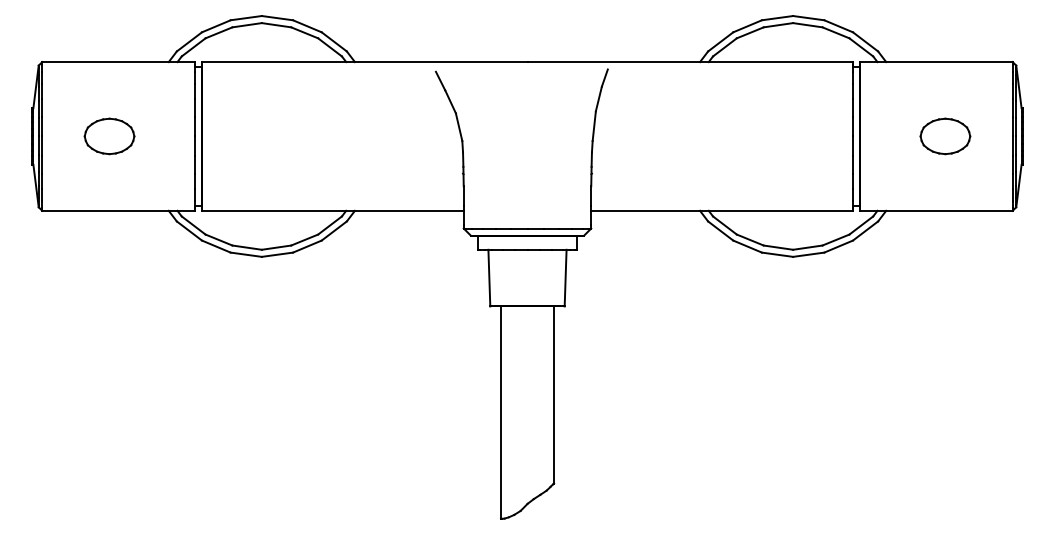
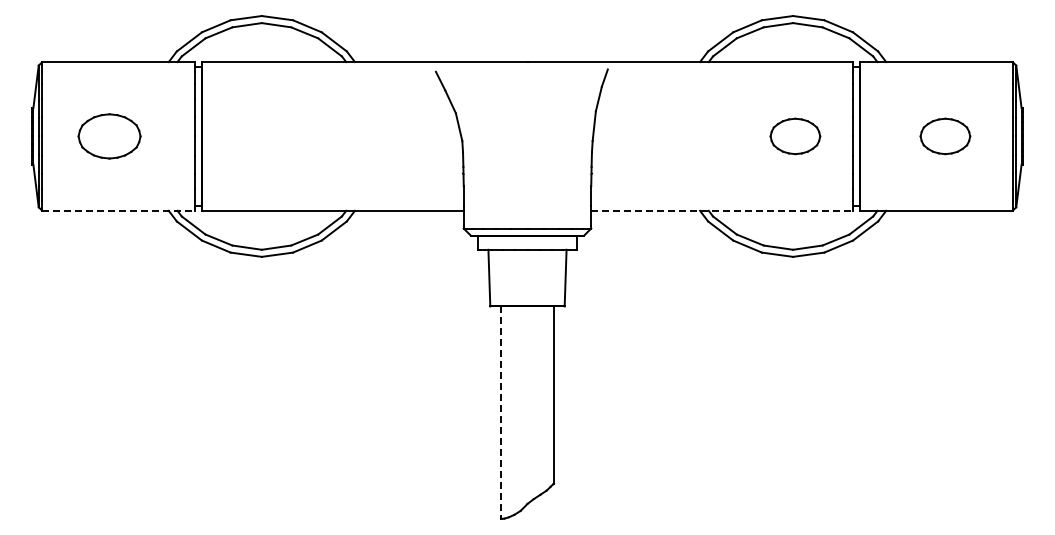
part at (109, 136) size: 53x39 px -> 65x47 px
part at (795, 136): none -> present
line at (118, 210): solid -> dashed
line at (722, 210): solid -> dashed
line at (500, 413): solid -> dashed
